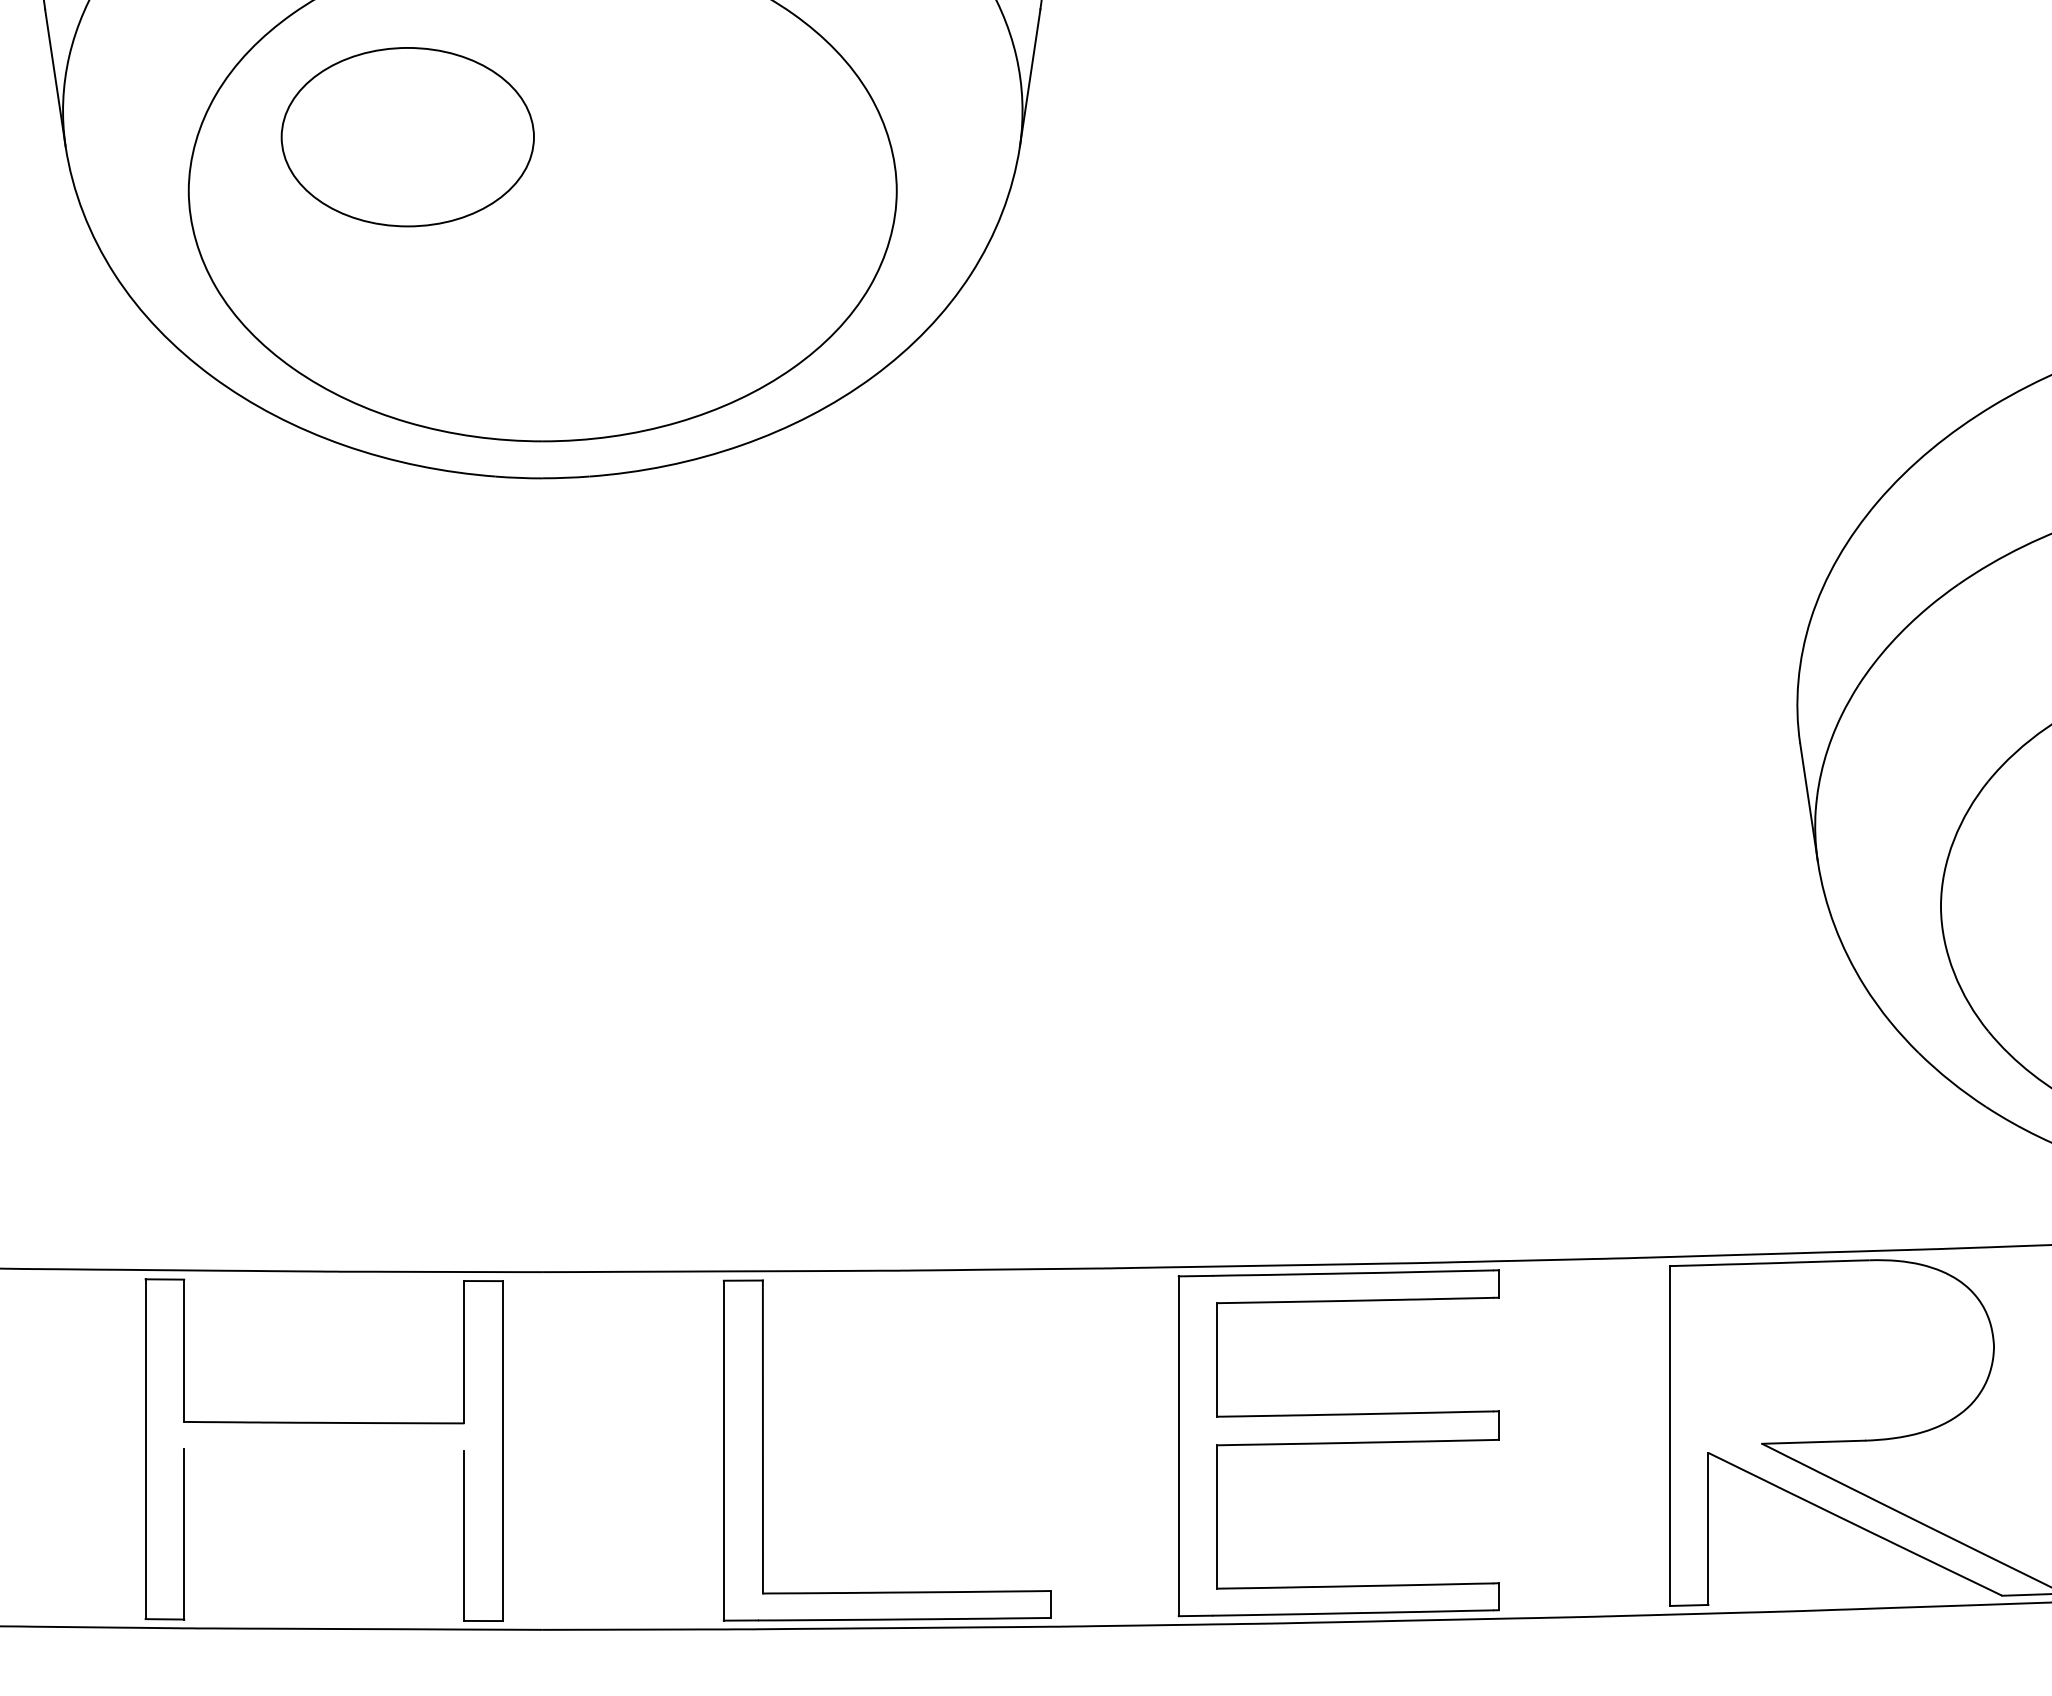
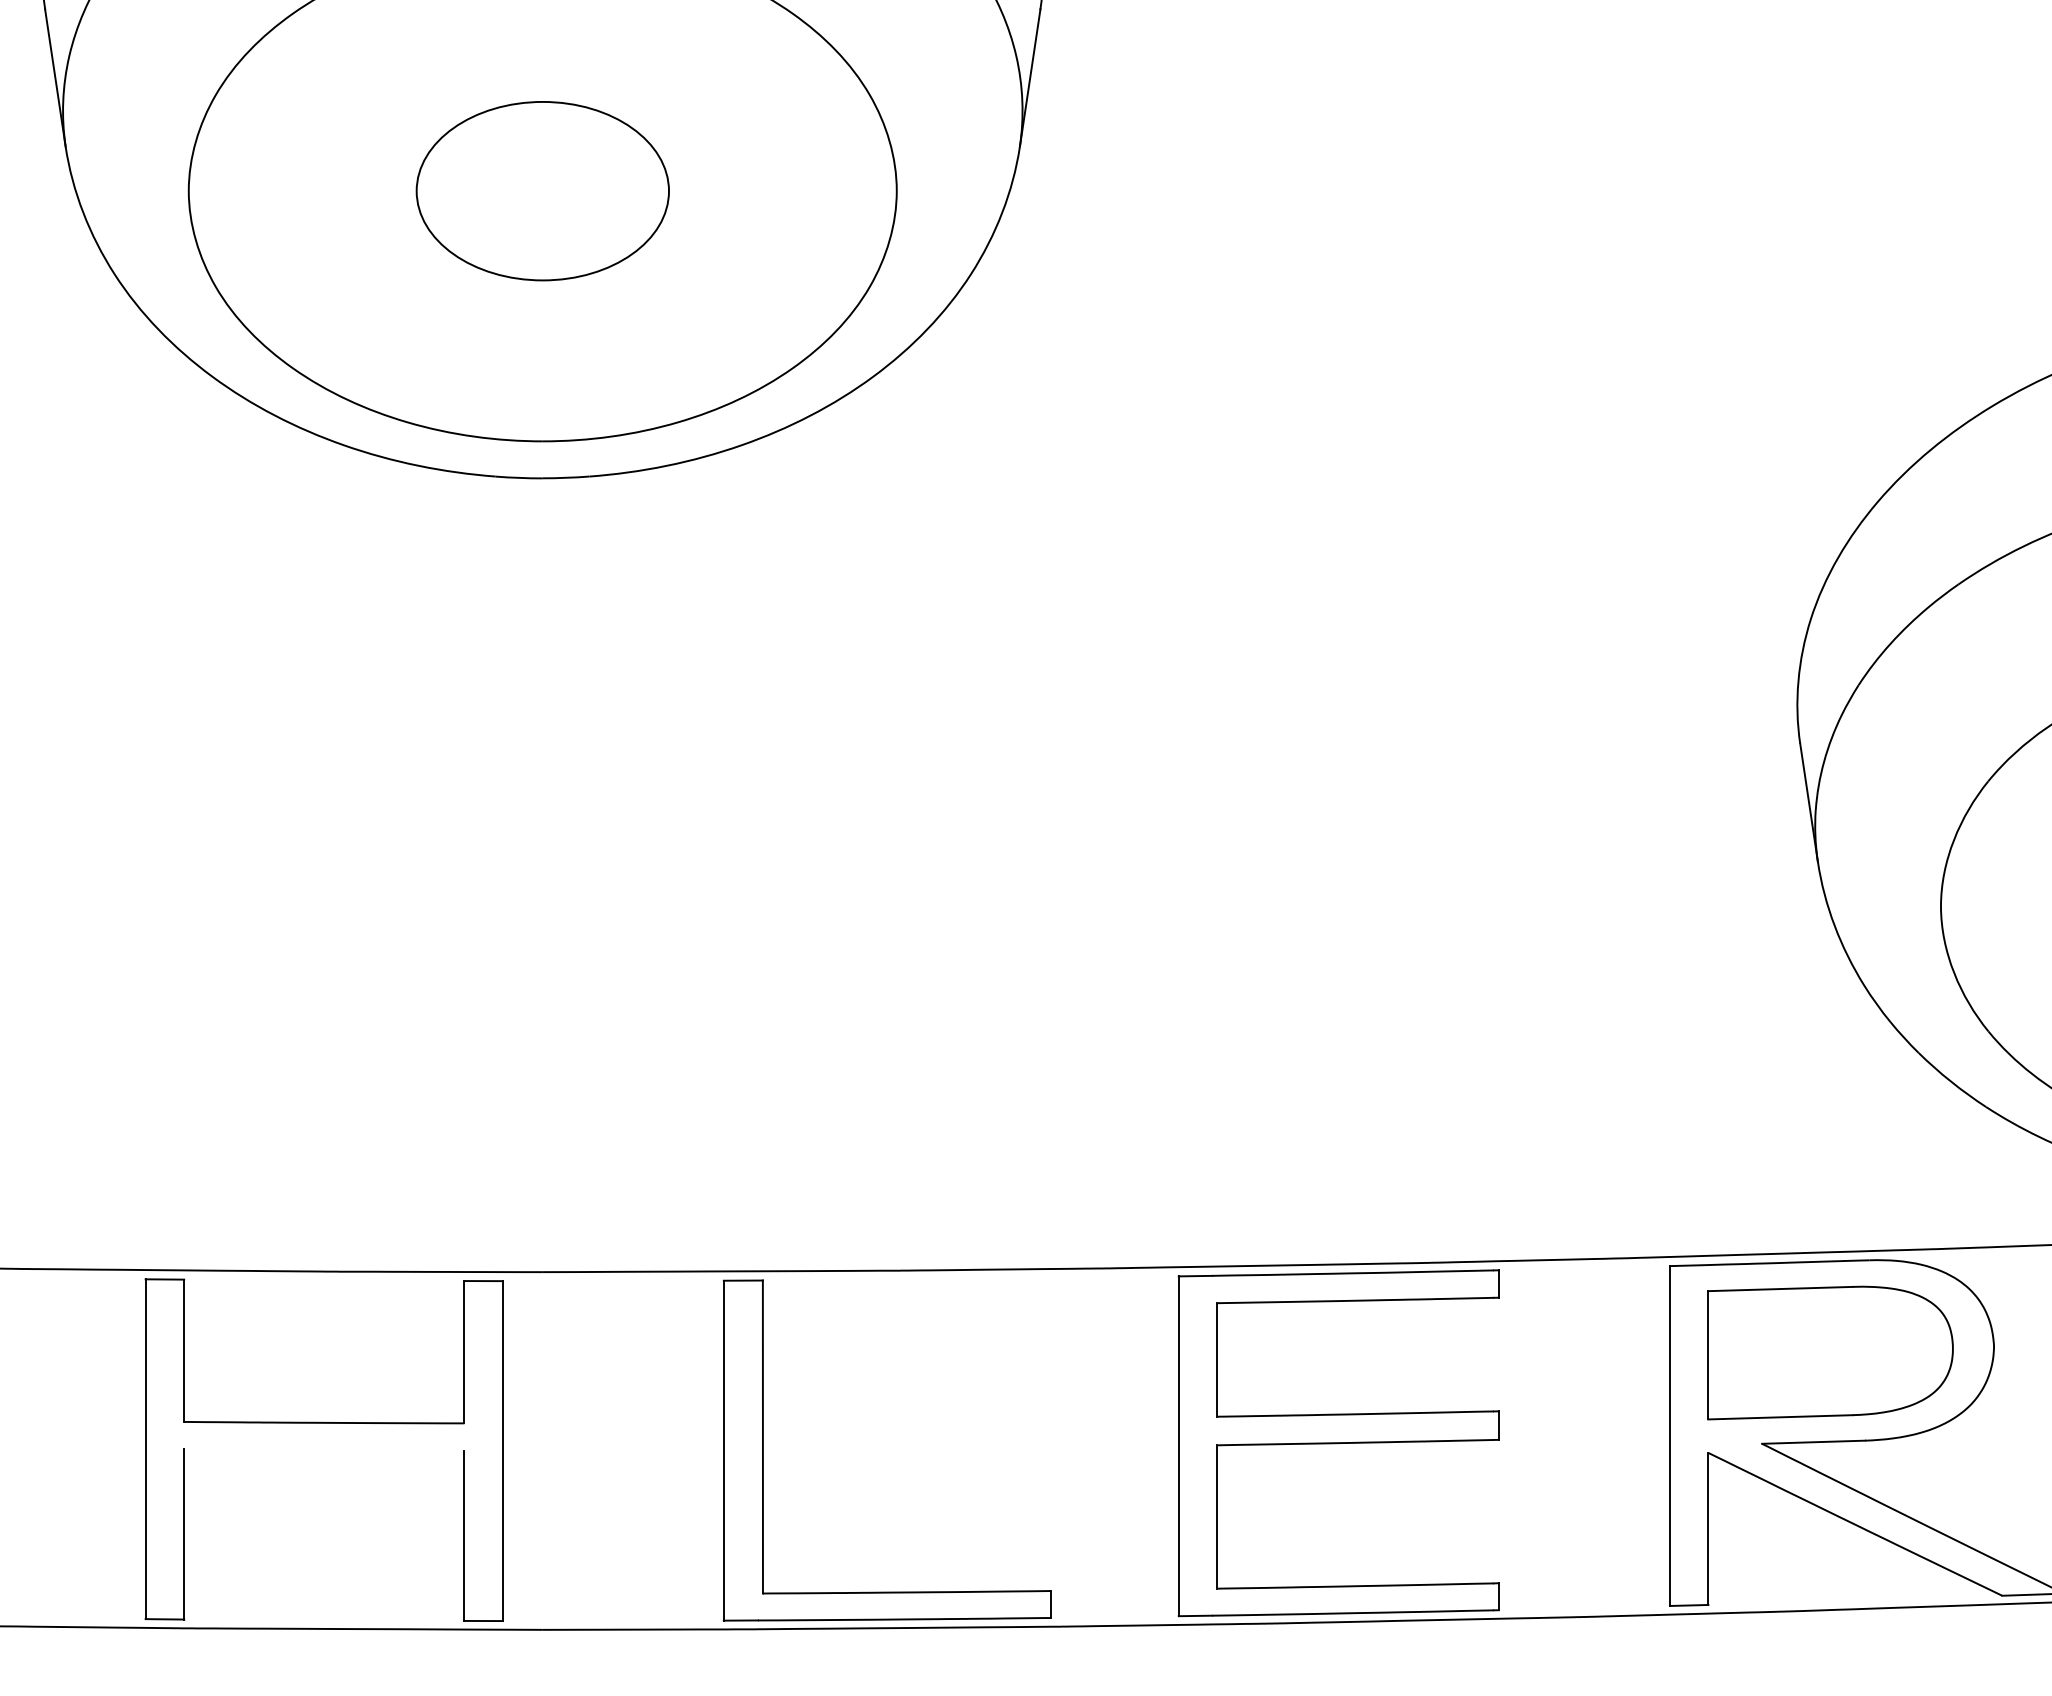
part at (407, 137) position: (407, 137) -> (542, 191)
part at (1830, 1352): none -> present
